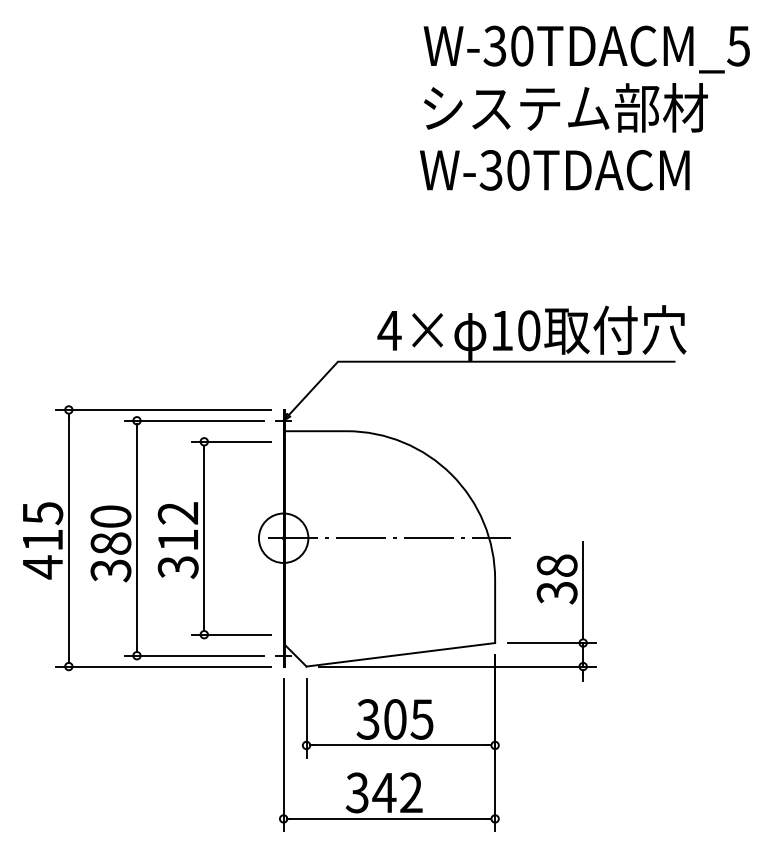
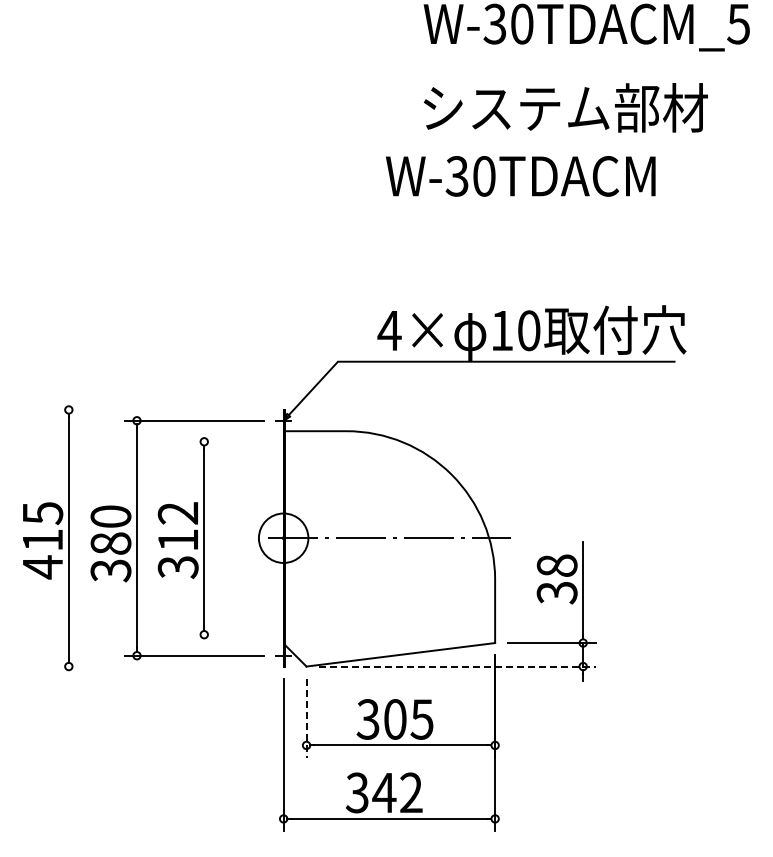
text at (586, 49) position: (586, 49) -> (586, 27)
text at (554, 170) position: (554, 170) -> (520, 176)
line at (163, 409): present -> none
line at (231, 441): present -> none
line at (231, 634): present -> none
line at (163, 666): present -> none
line at (457, 666): solid -> dashed
line at (306, 718): solid -> dashed
